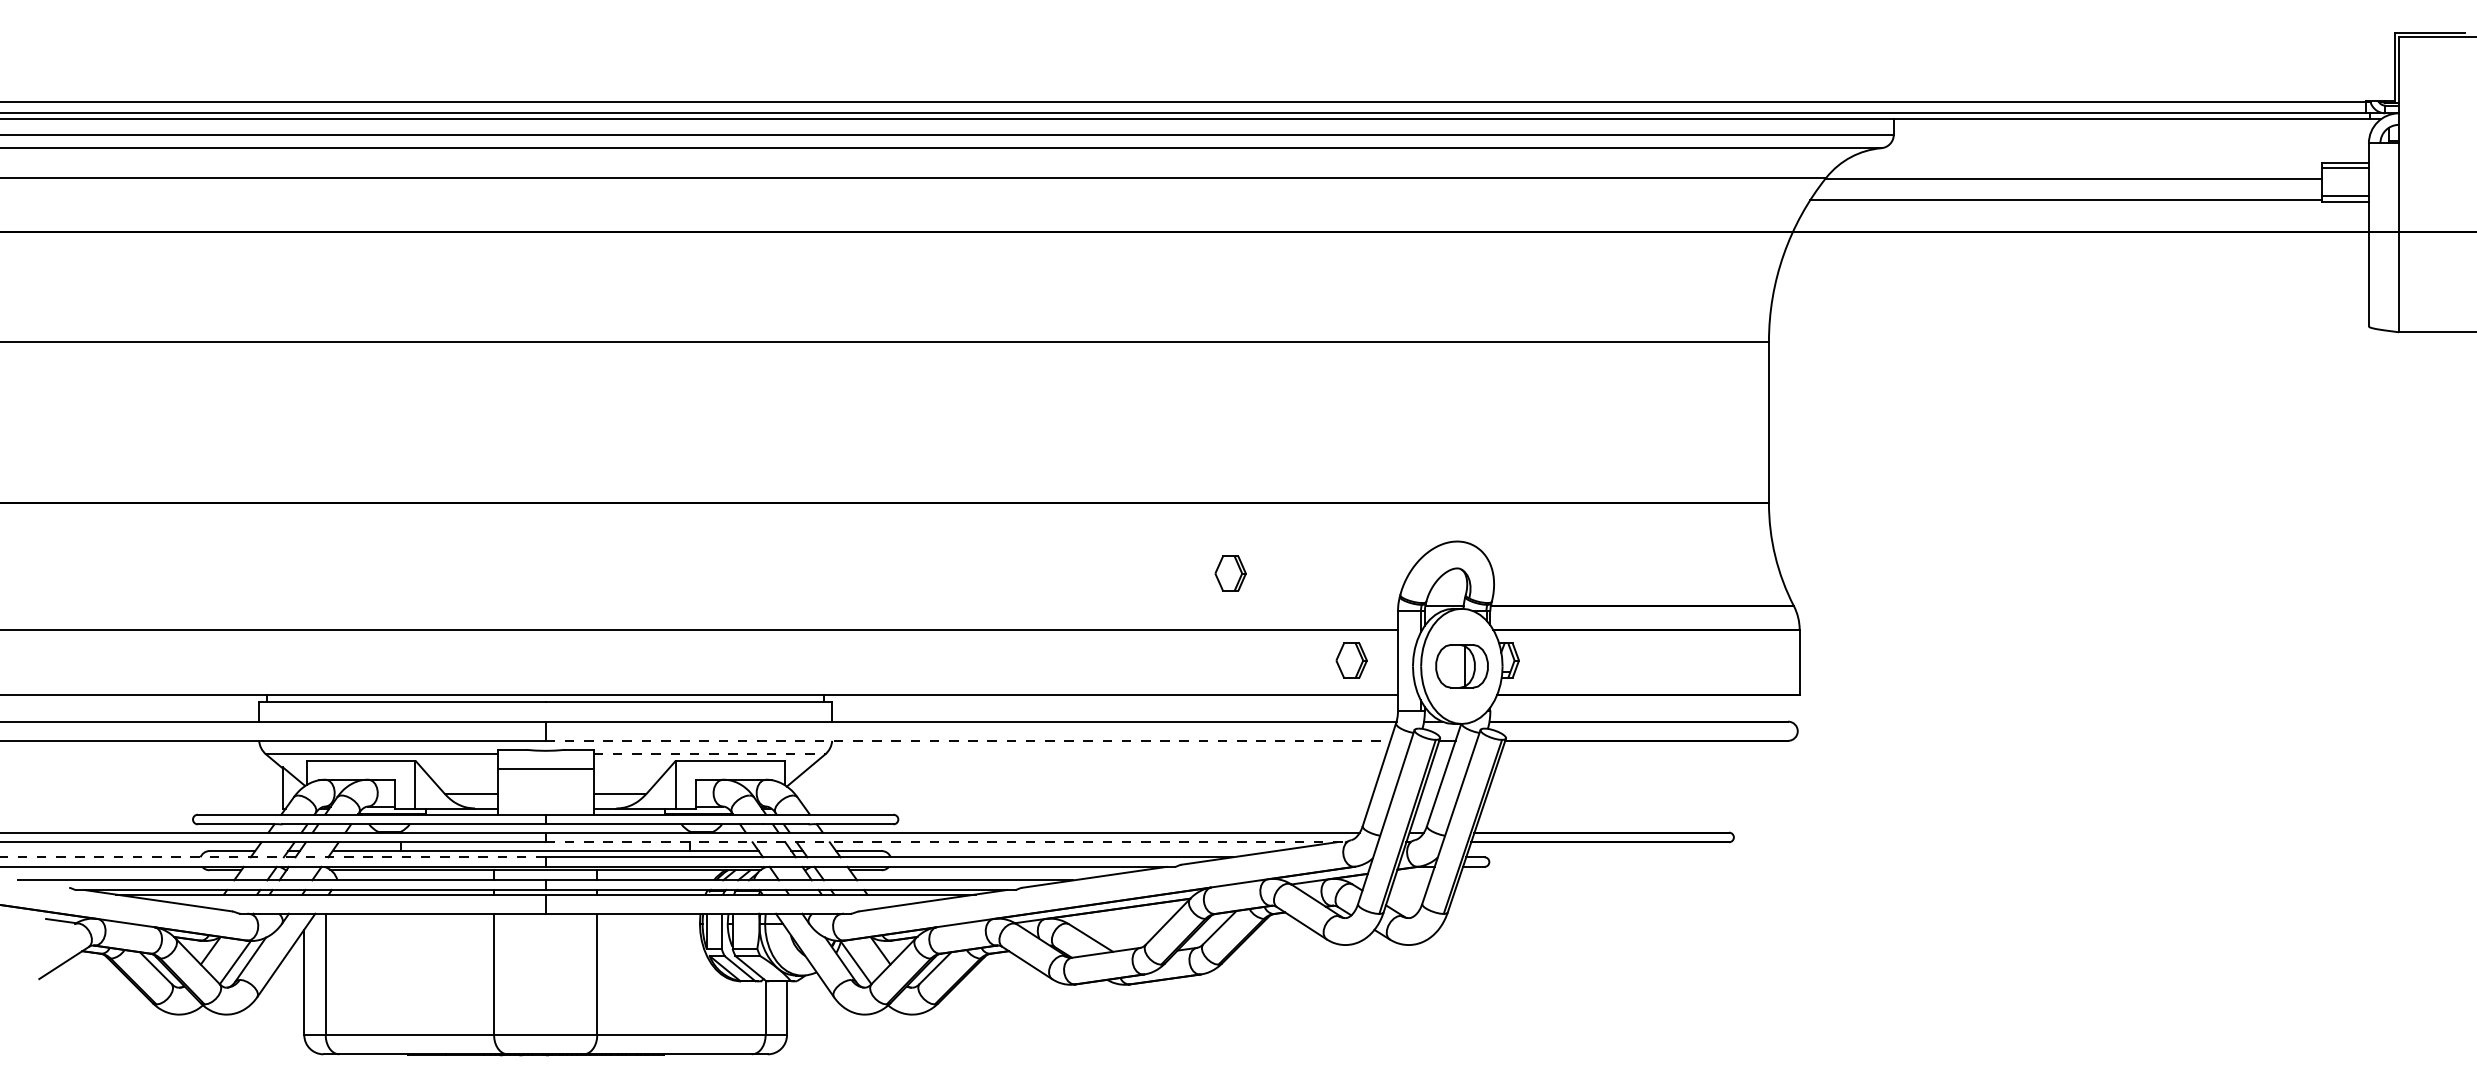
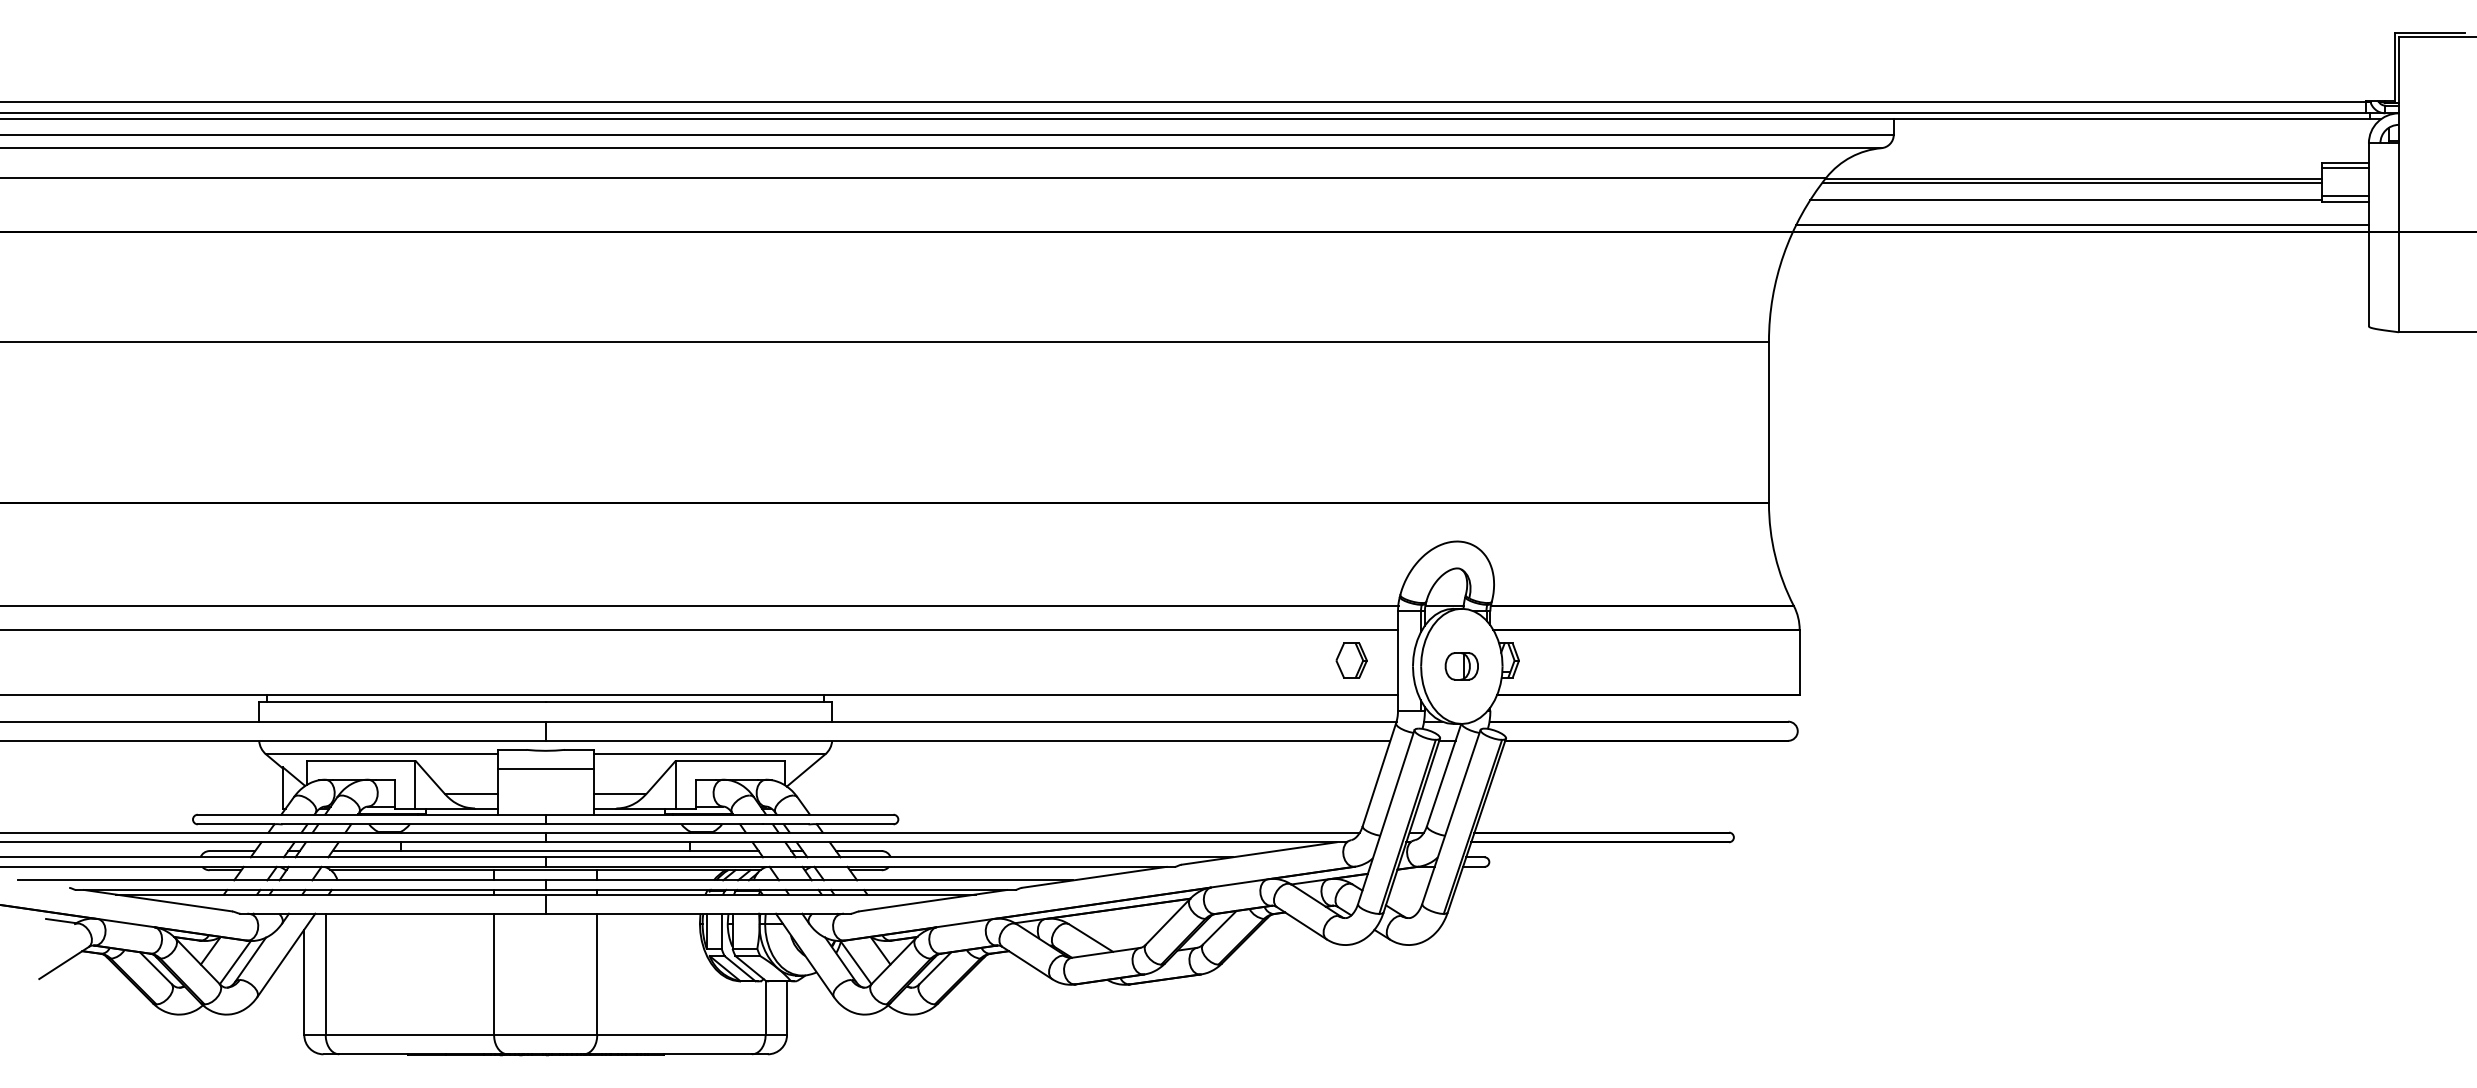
line at (2072, 182): none -> present
line at (2082, 224): none -> present
part at (1230, 573): present -> none
line at (700, 606): none -> present
part at (1461, 666) size: 54x45 px -> 35x29 px
line at (968, 740): dashed -> solid
line at (709, 754): dashed -> solid
line at (945, 842): dashed -> solid
line at (272, 857): dashed -> solid
